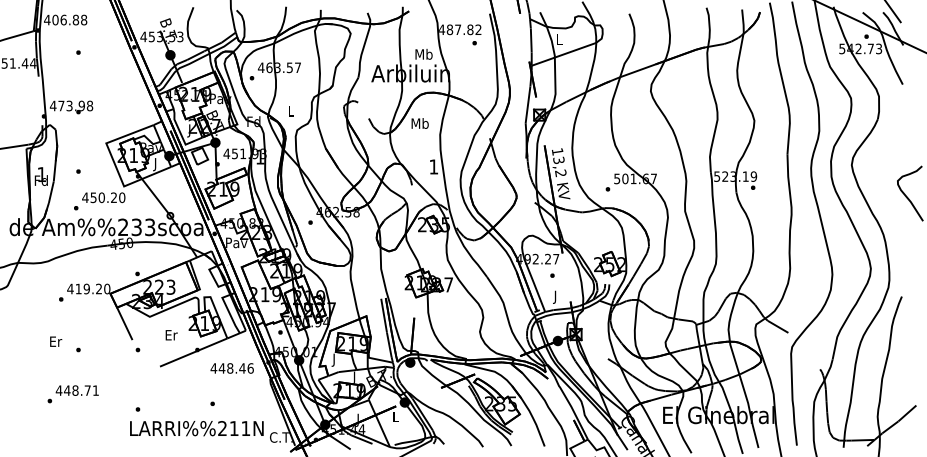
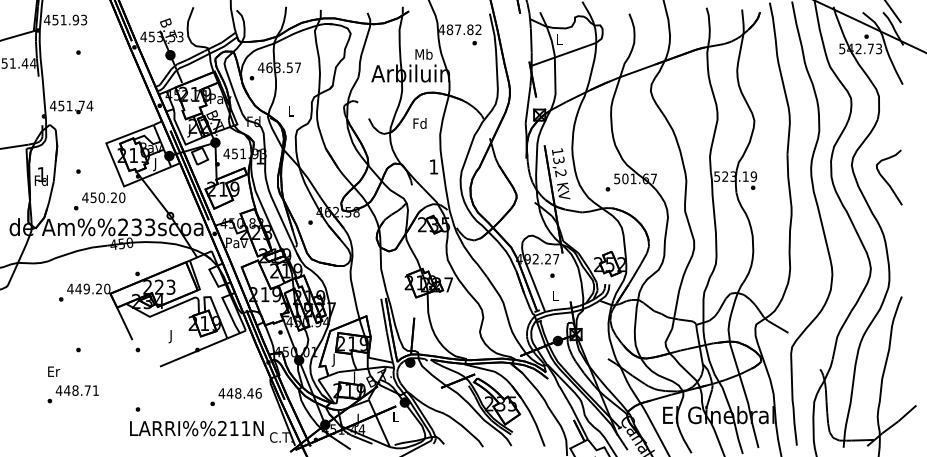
text at (69, 19): 406.88 -> 451.93
text at (75, 105): 473.98 -> 451.74
text at (419, 123): Mb -> Fd
curve at (907, 196) position: (907, 196) -> (886, 180)
text at (78, 288): 419.20 -> 449.20
text at (555, 296): J -> L
text at (171, 336): Er -> J
text at (56, 341) position: (56, 341) -> (54, 371)
text at (231, 368) position: (231, 368) -> (239, 393)
